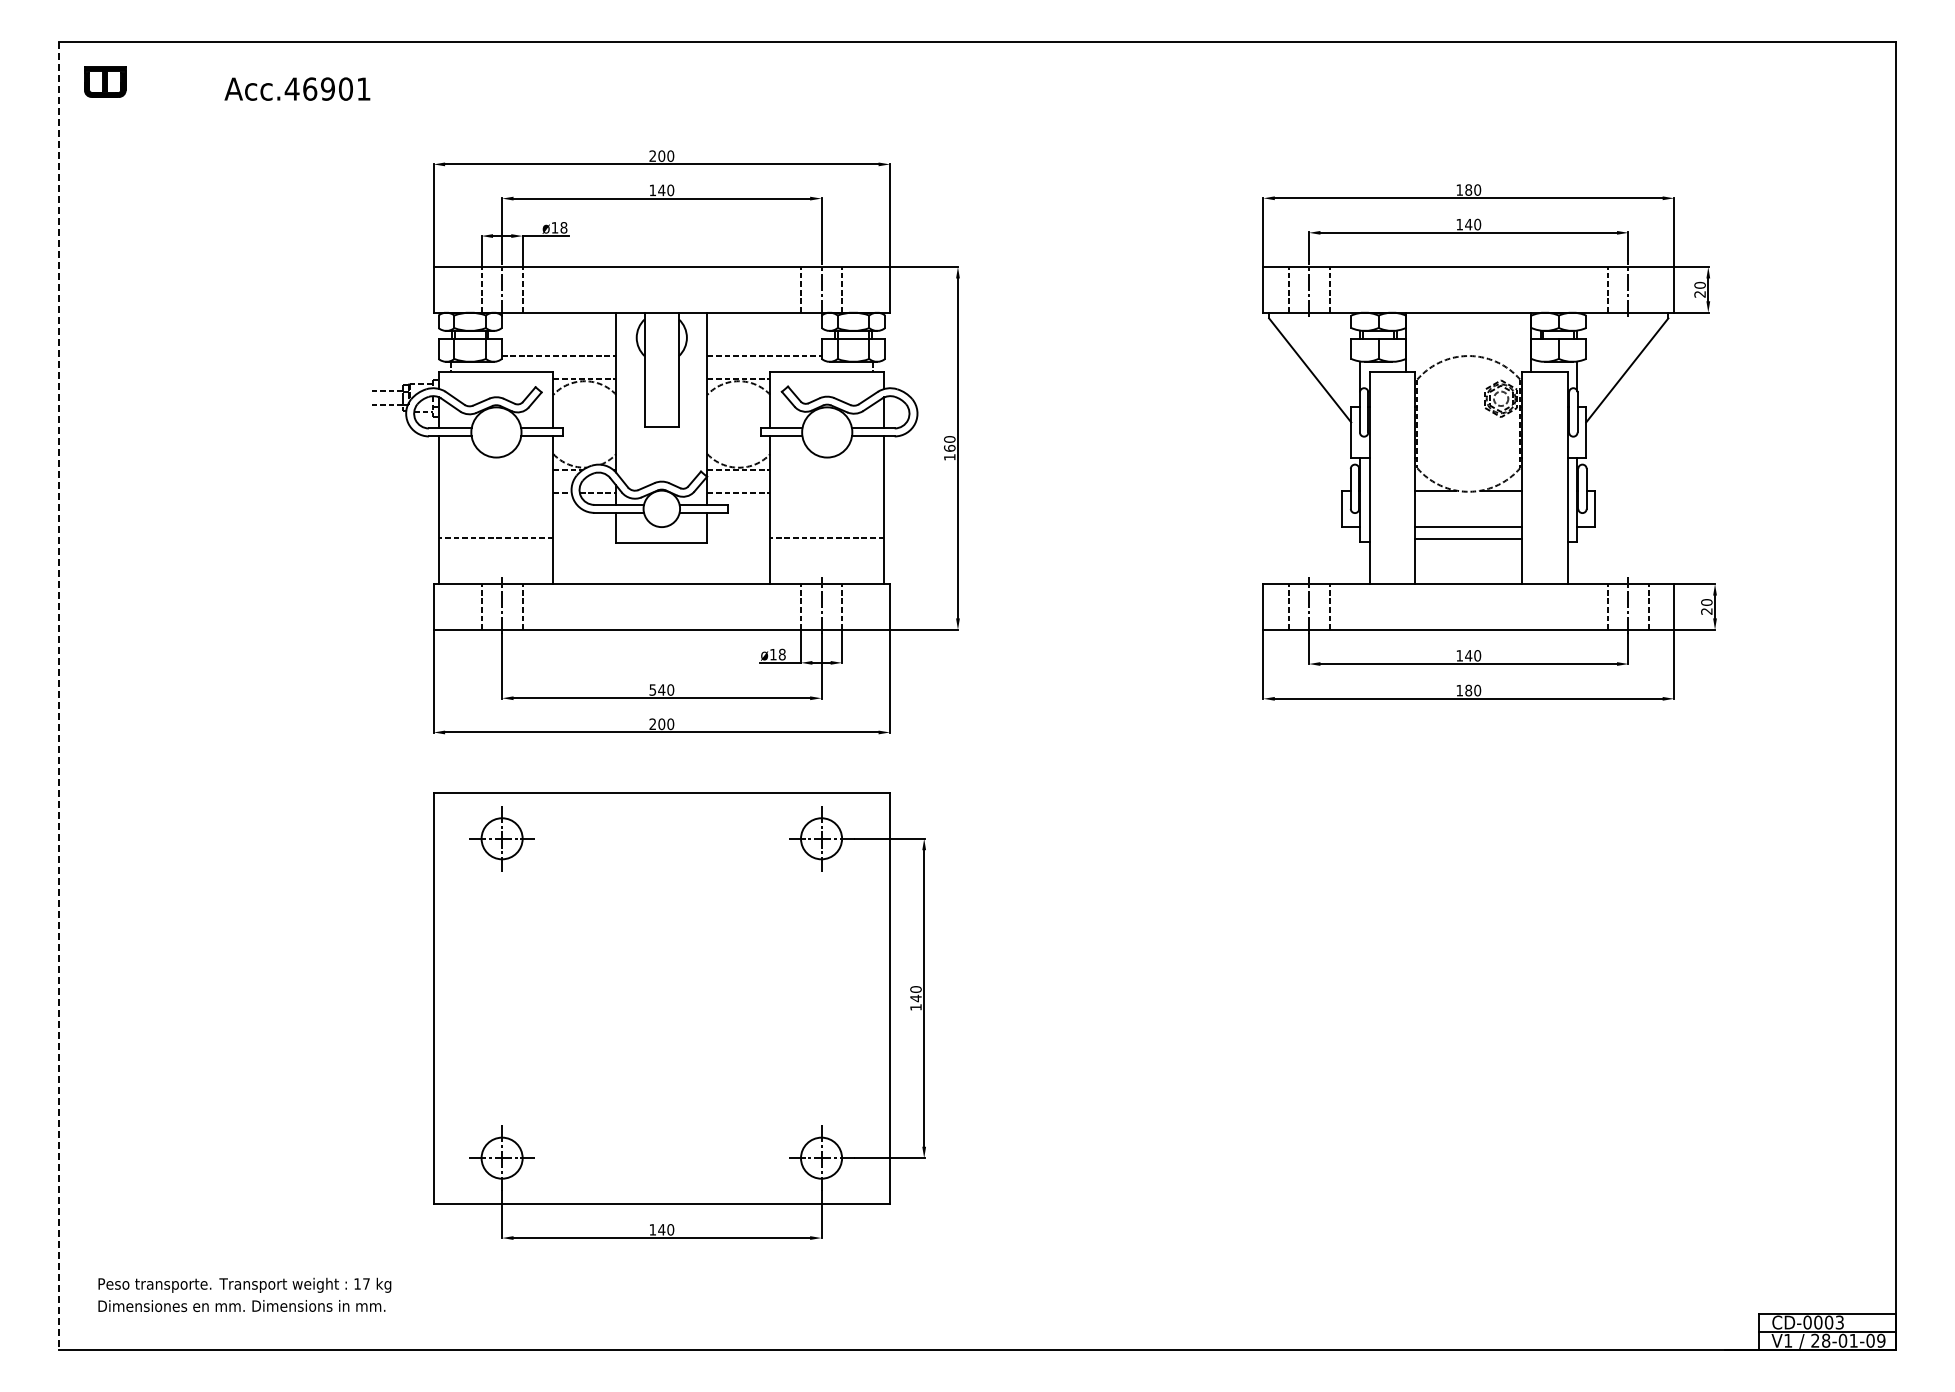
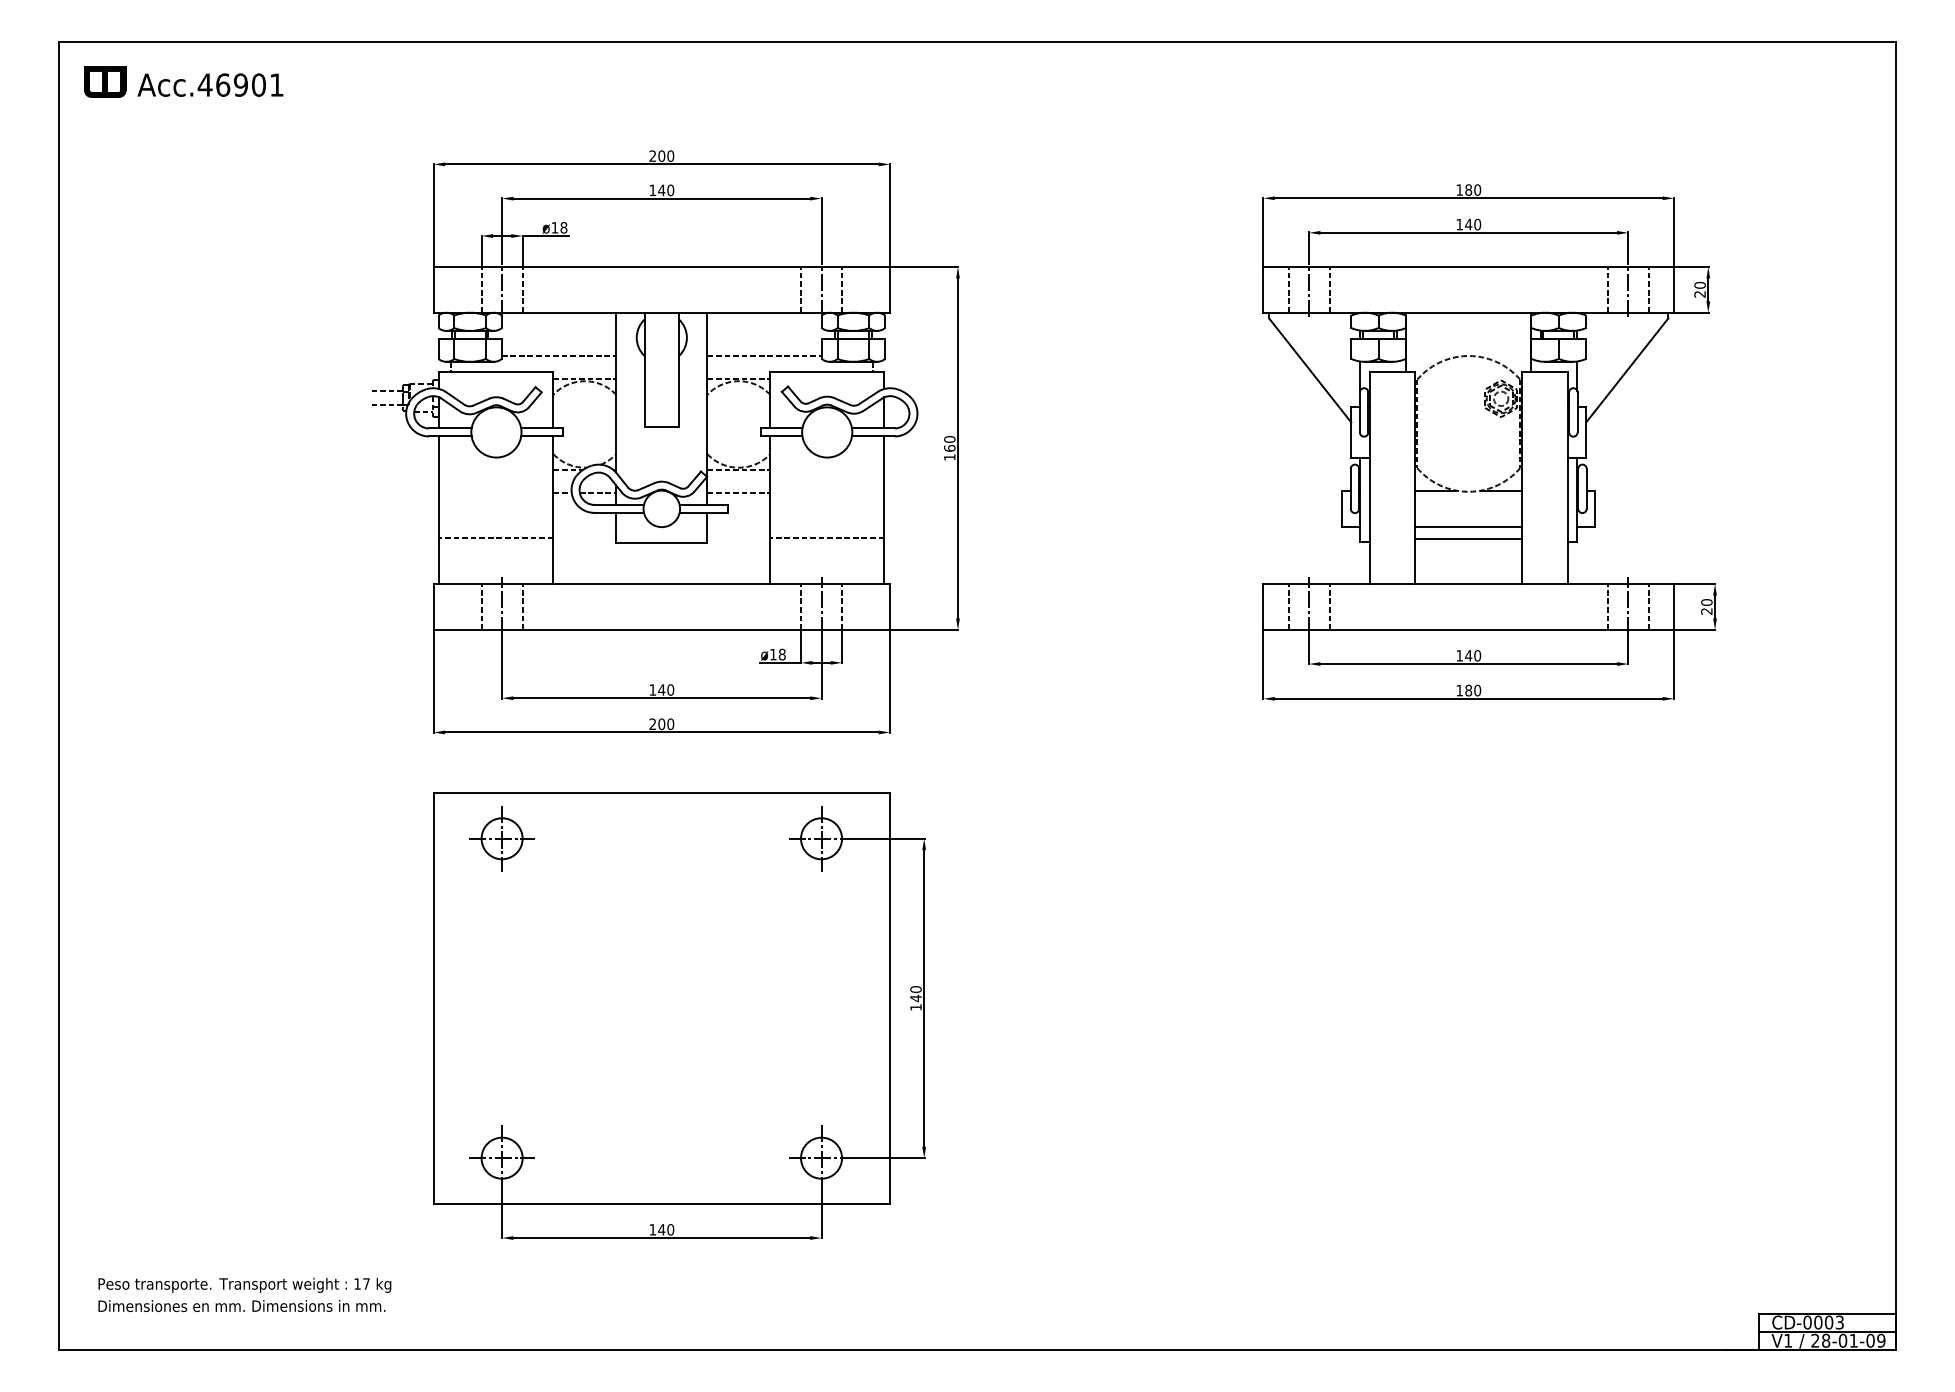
text at (297, 88) position: (297, 88) -> (210, 84)
line at (1648, 289): none -> present
text at (652, 689): 540 -> 140
line at (58, 696): dashed -> solid
